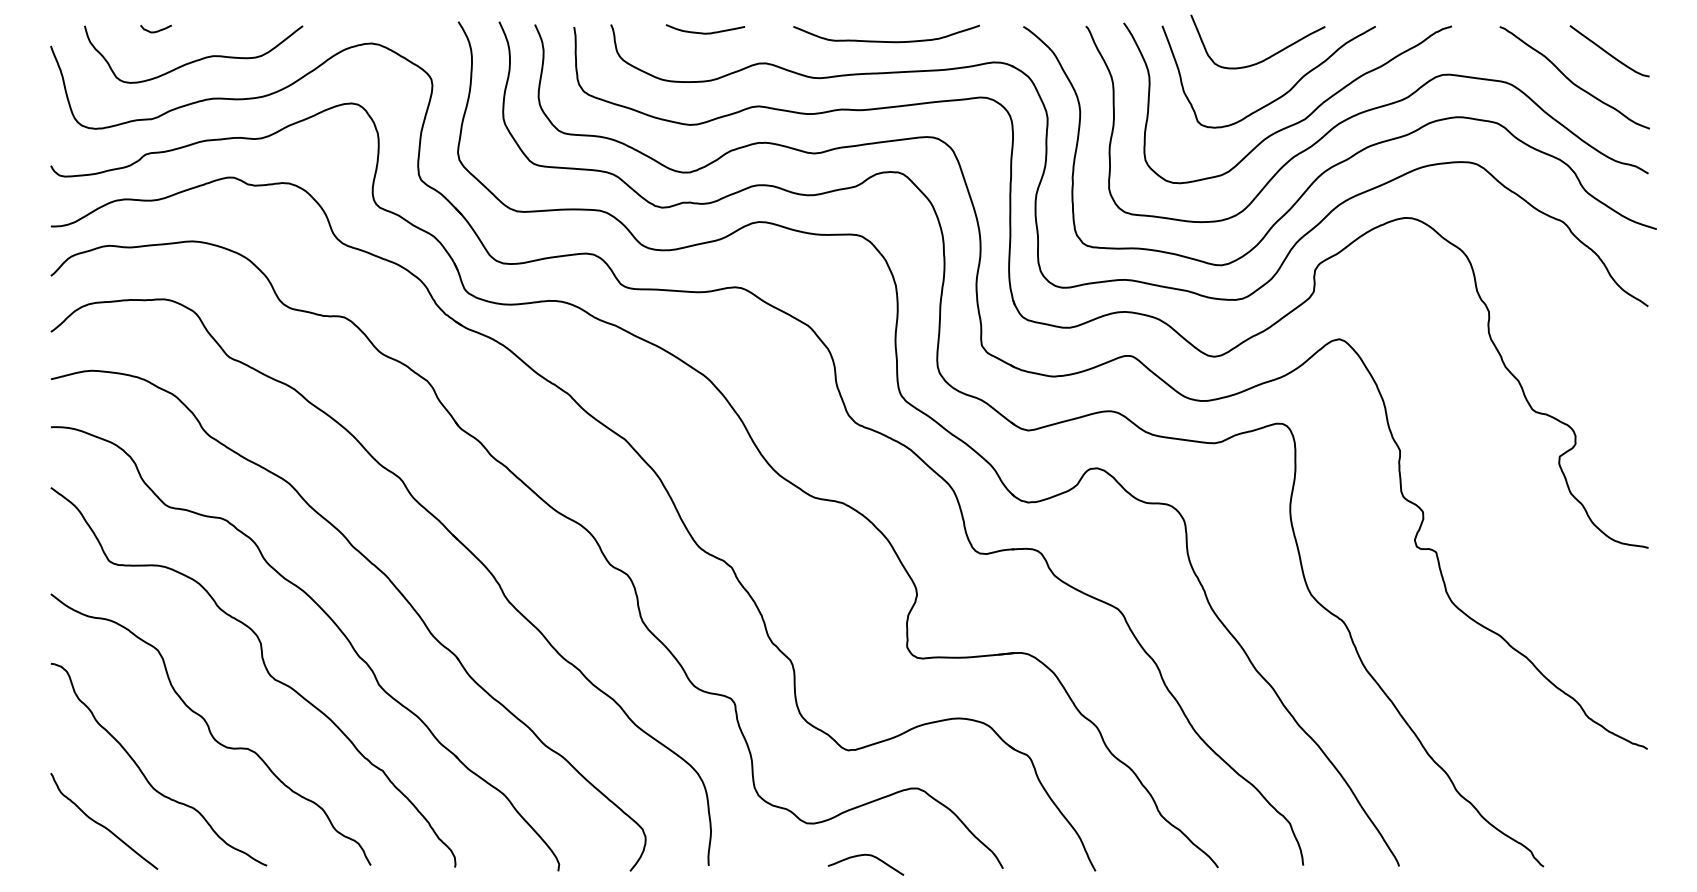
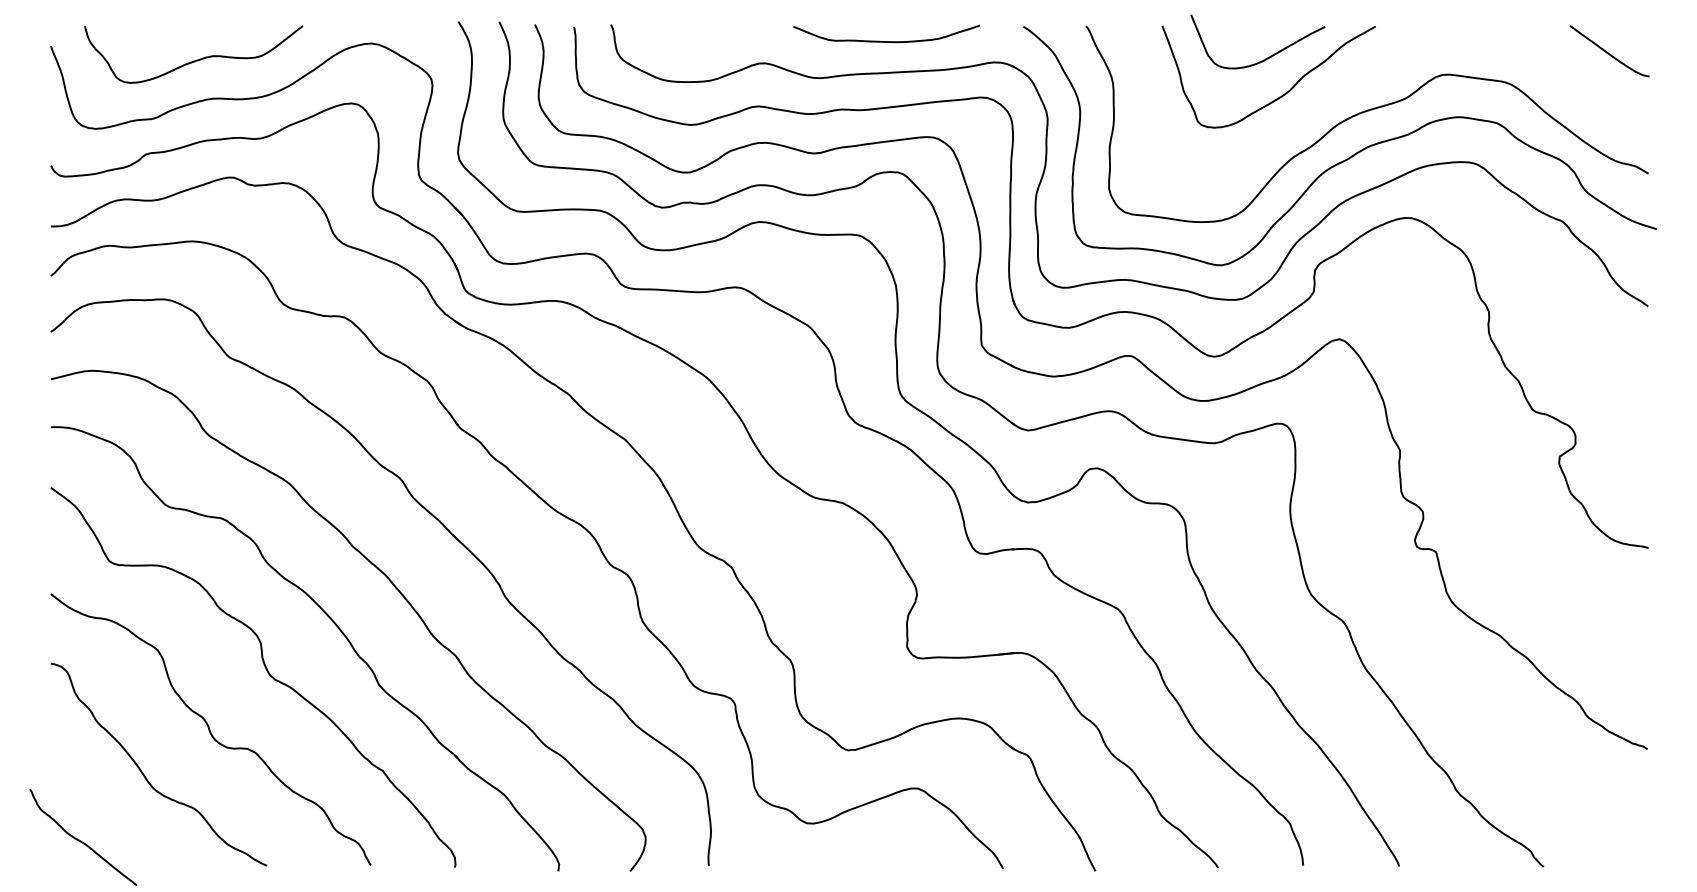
curve at (156, 30): present -> none
curve at (705, 32): present -> none
curve at (1571, 80): present -> none
curve at (1293, 123): present -> none
curve at (102, 824) position: (102, 824) -> (81, 840)
curve at (861, 856): present -> none
